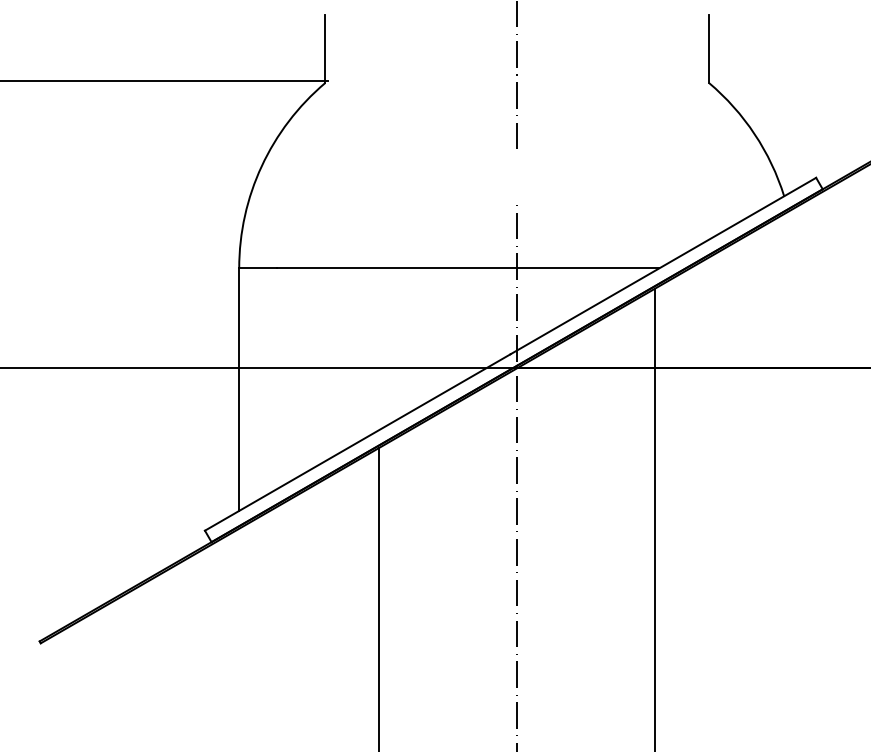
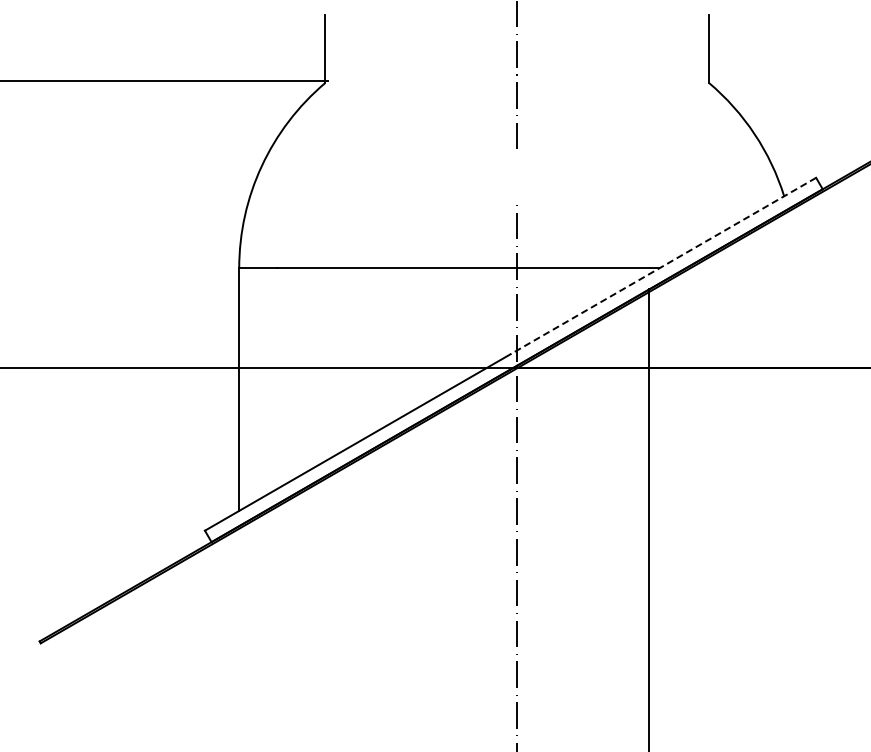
line at (662, 266): solid -> dashed
line at (655, 518) position: (655, 518) -> (649, 518)
line at (379, 597): present -> none
